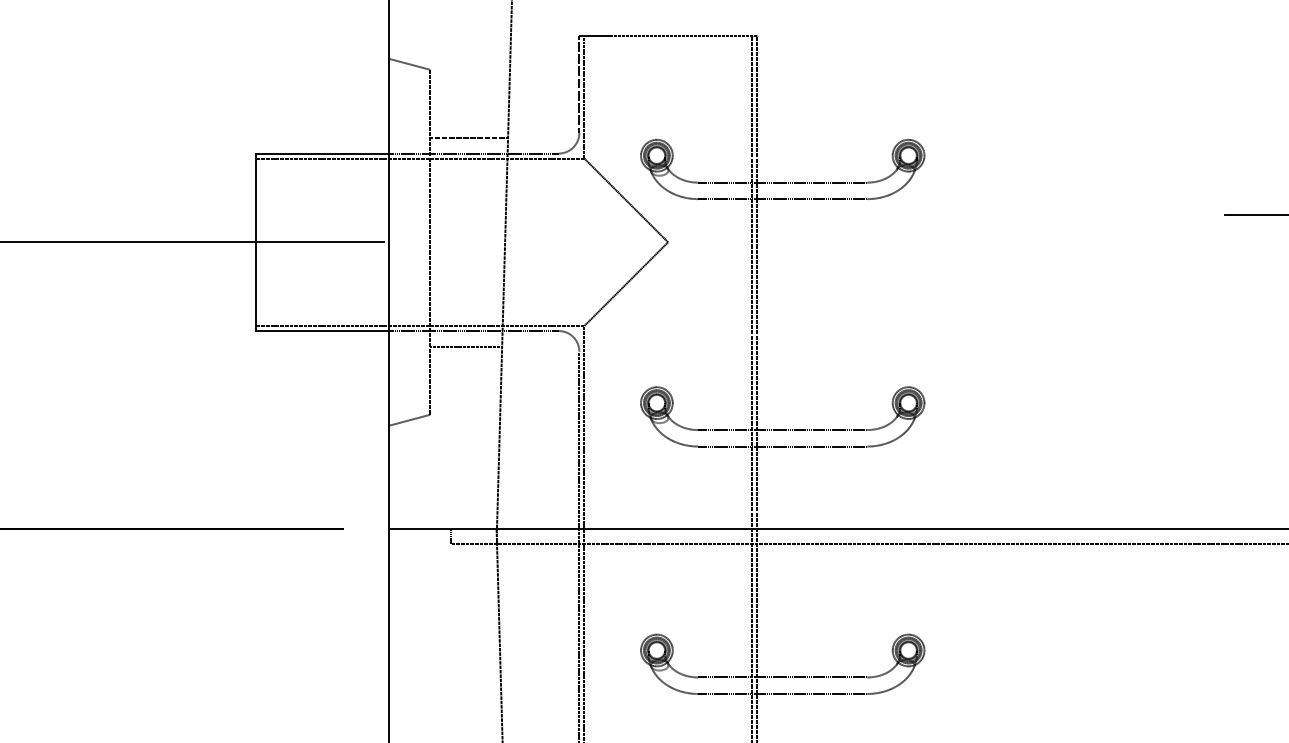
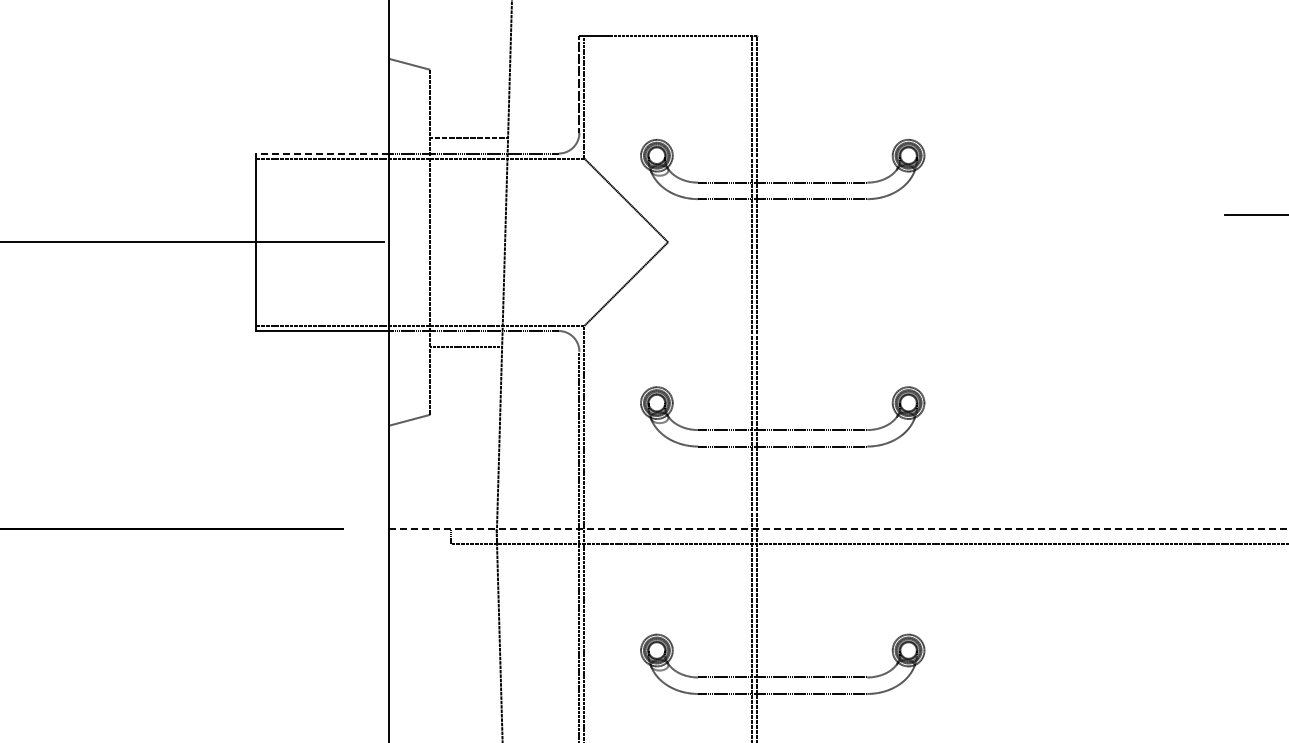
line at (322, 153): solid -> dashed
line at (838, 528): solid -> dashed
